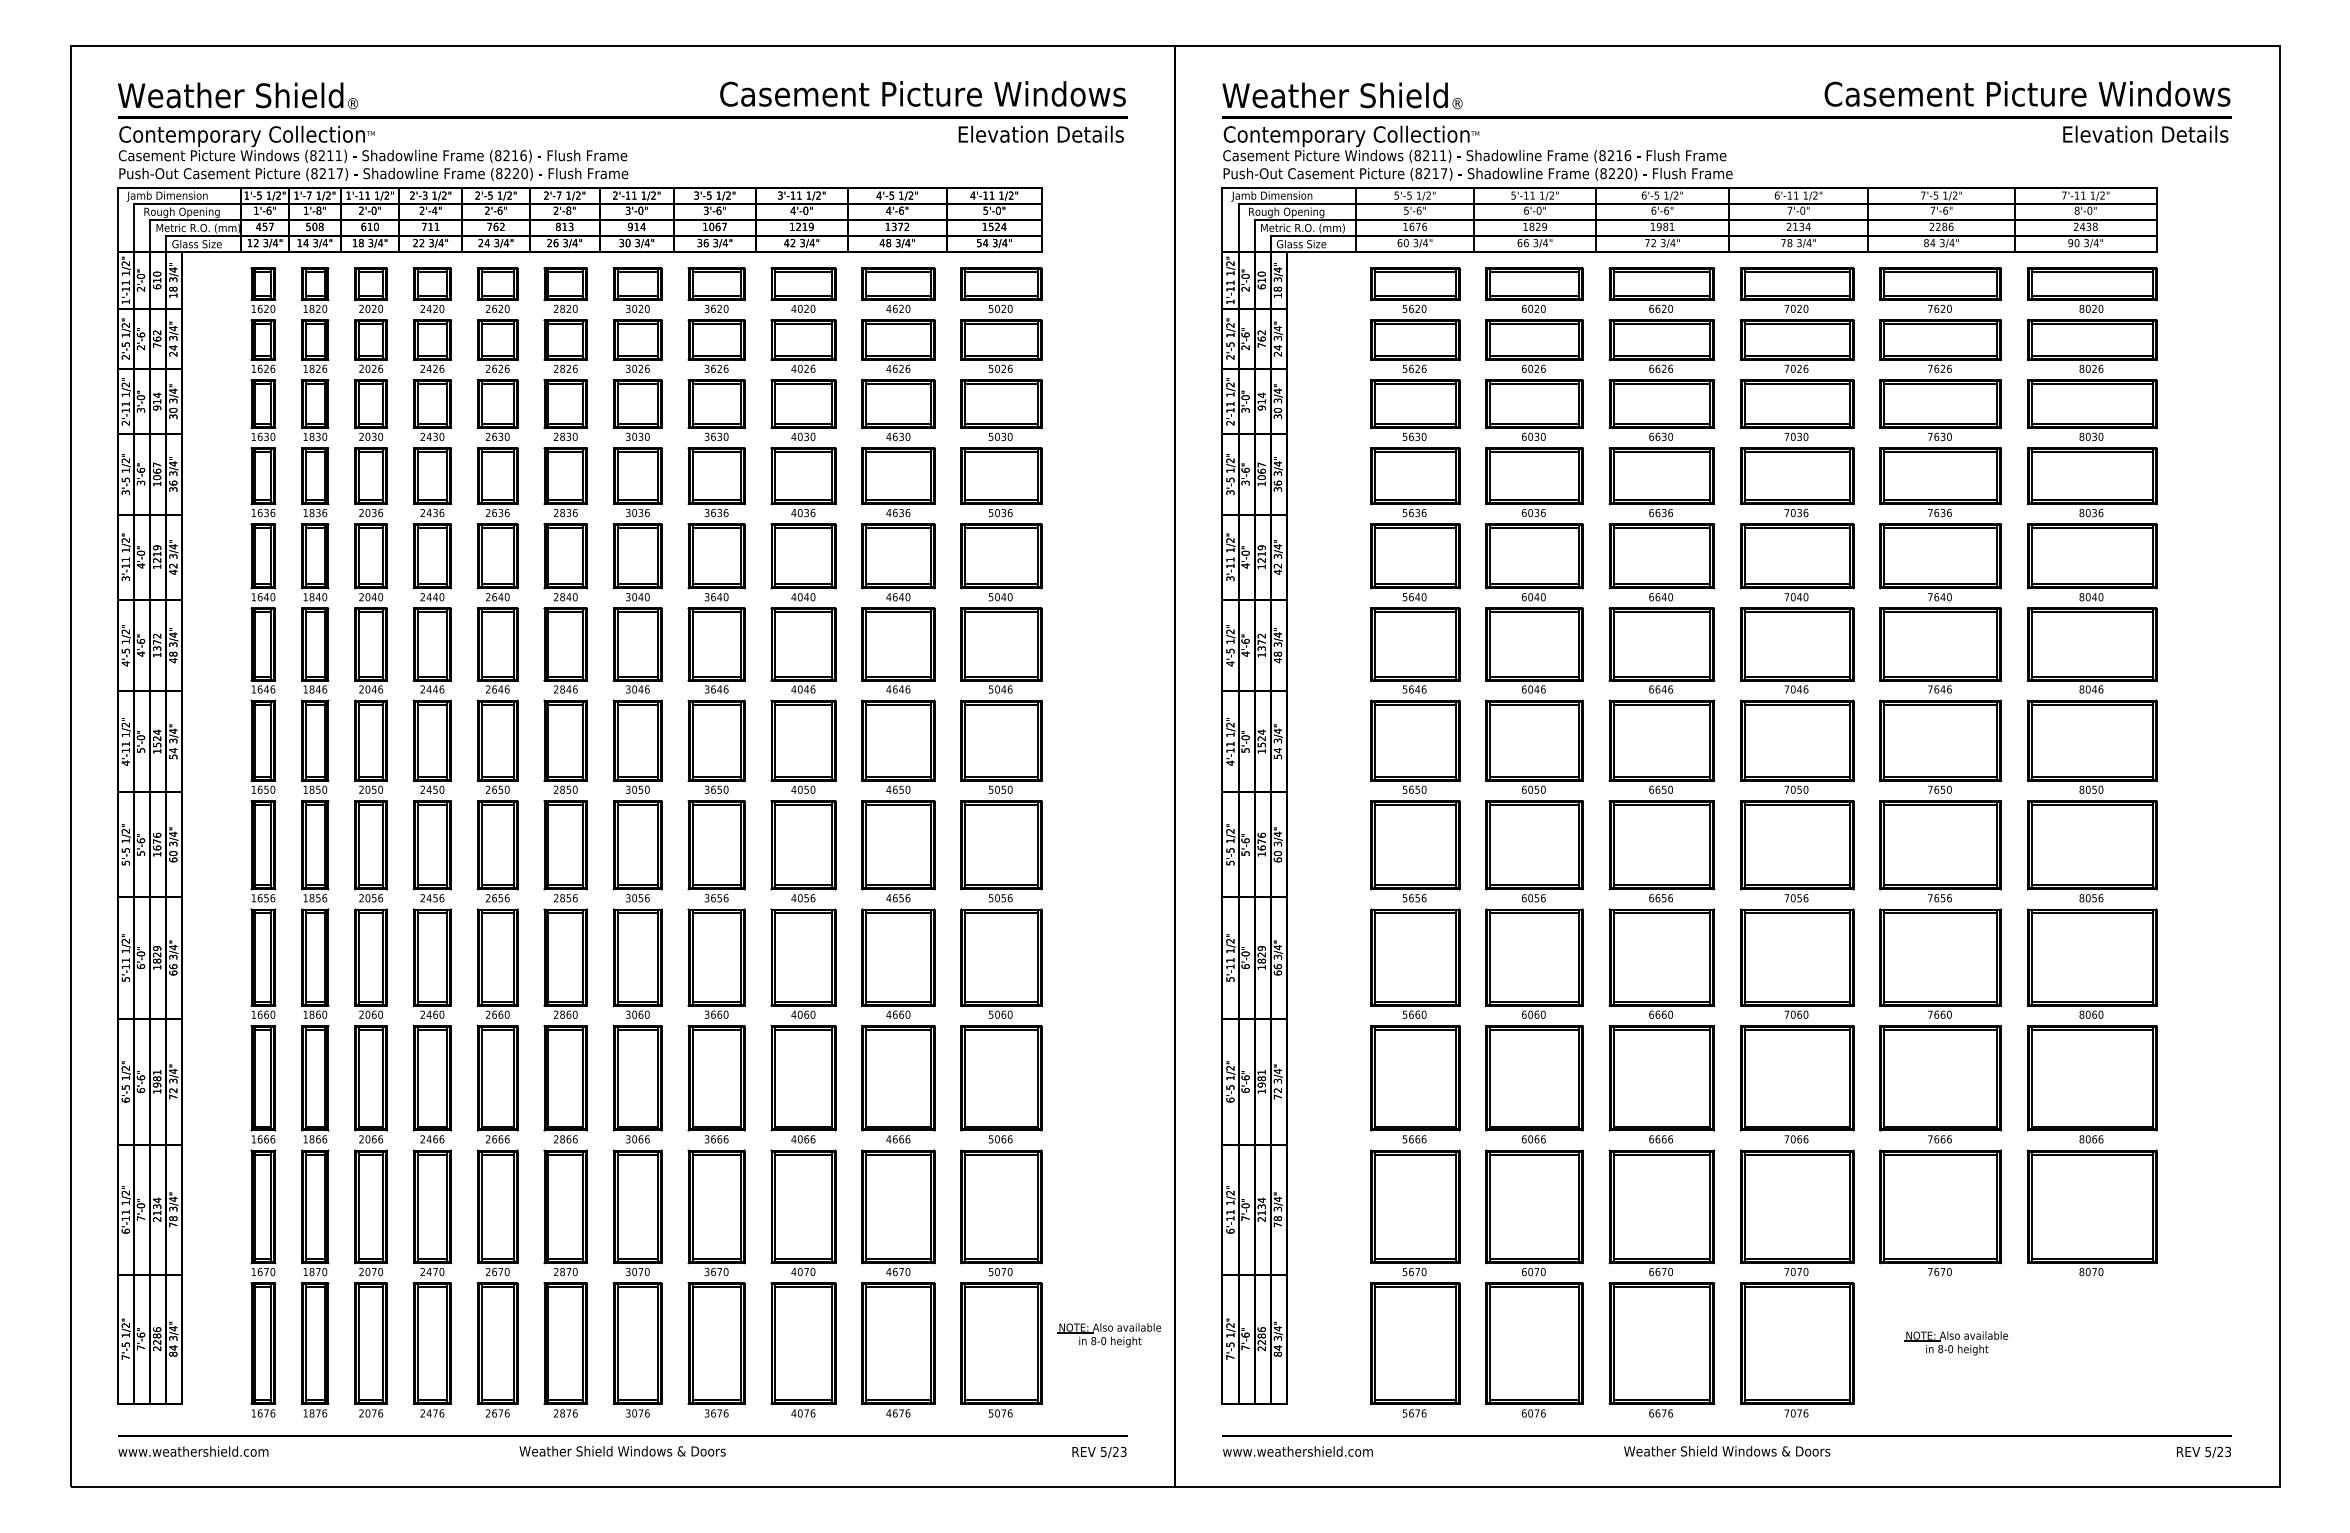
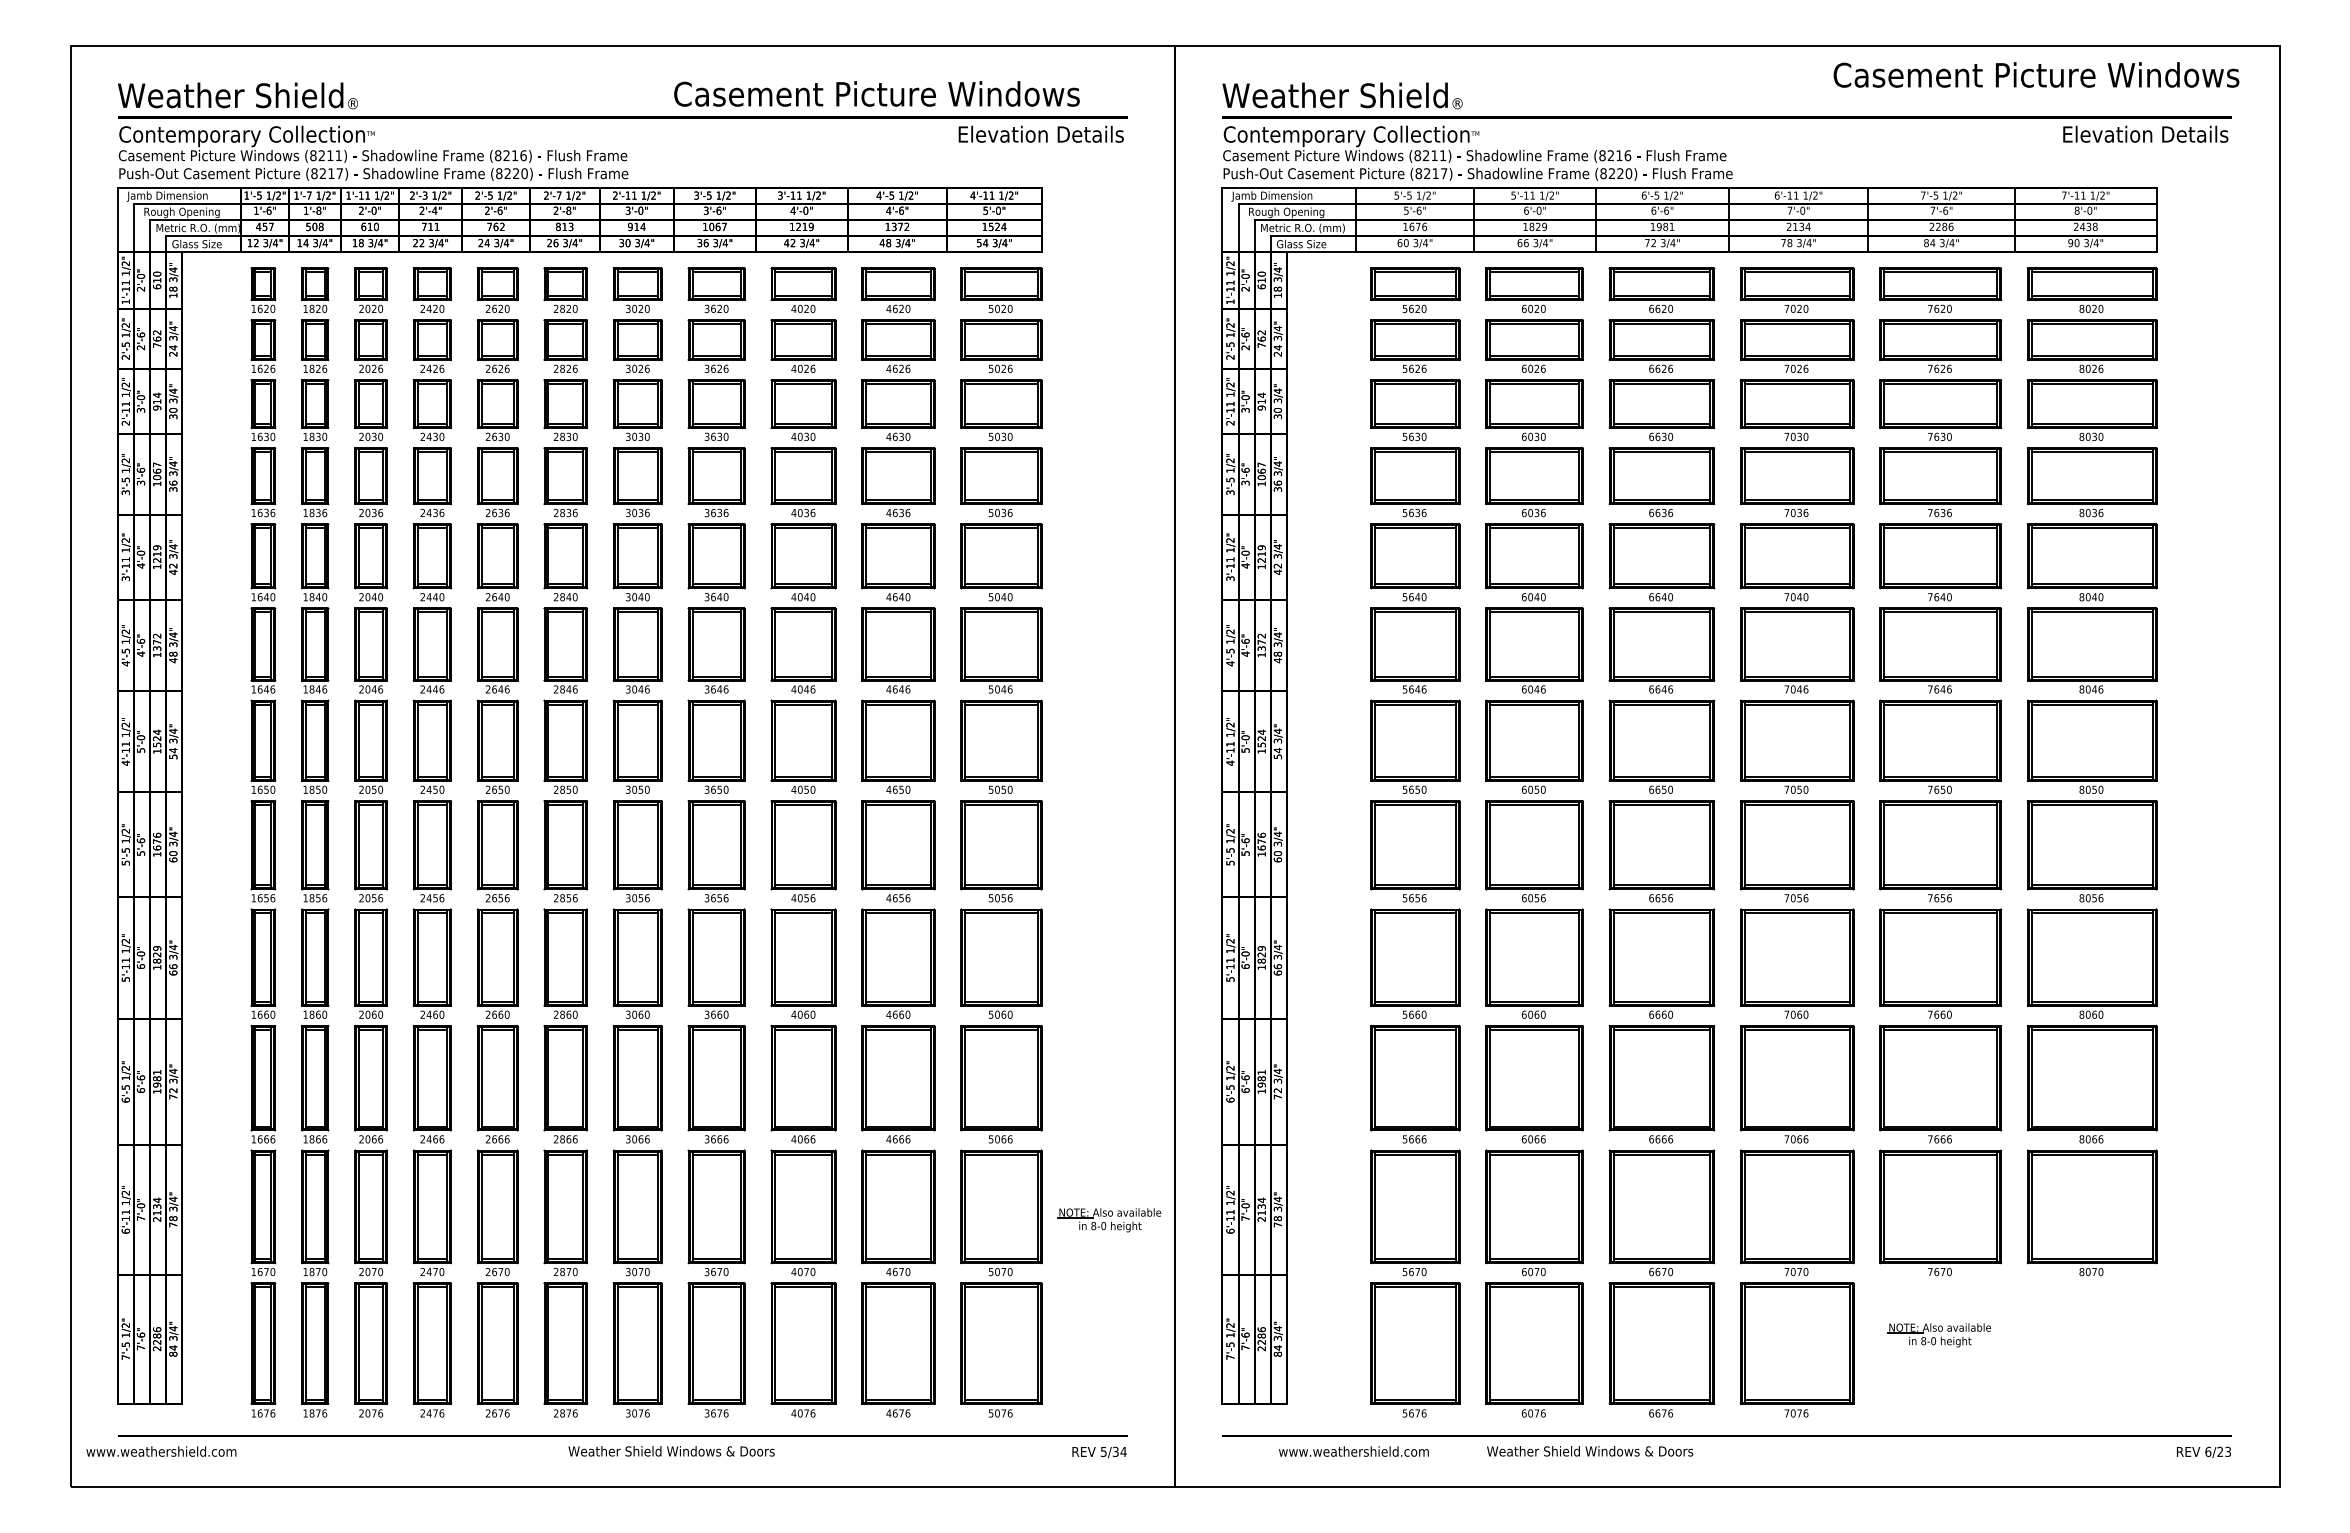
text at (922, 93) position: (922, 93) -> (876, 93)
text at (2027, 93) position: (2027, 93) -> (2036, 74)
part at (1109, 1335) position: (1109, 1335) -> (1109, 1220)
part at (1956, 1343) position: (1956, 1343) -> (1939, 1335)
text at (193, 1451) position: (193, 1451) -> (161, 1451)
text at (622, 1451) position: (622, 1451) -> (671, 1451)
text at (1119, 1451): 5/23 -> 5/34
text at (1297, 1451) position: (1297, 1451) -> (1353, 1451)
text at (1727, 1451) position: (1727, 1451) -> (1590, 1451)
text at (2208, 1451): 5/23 -> 6/23
